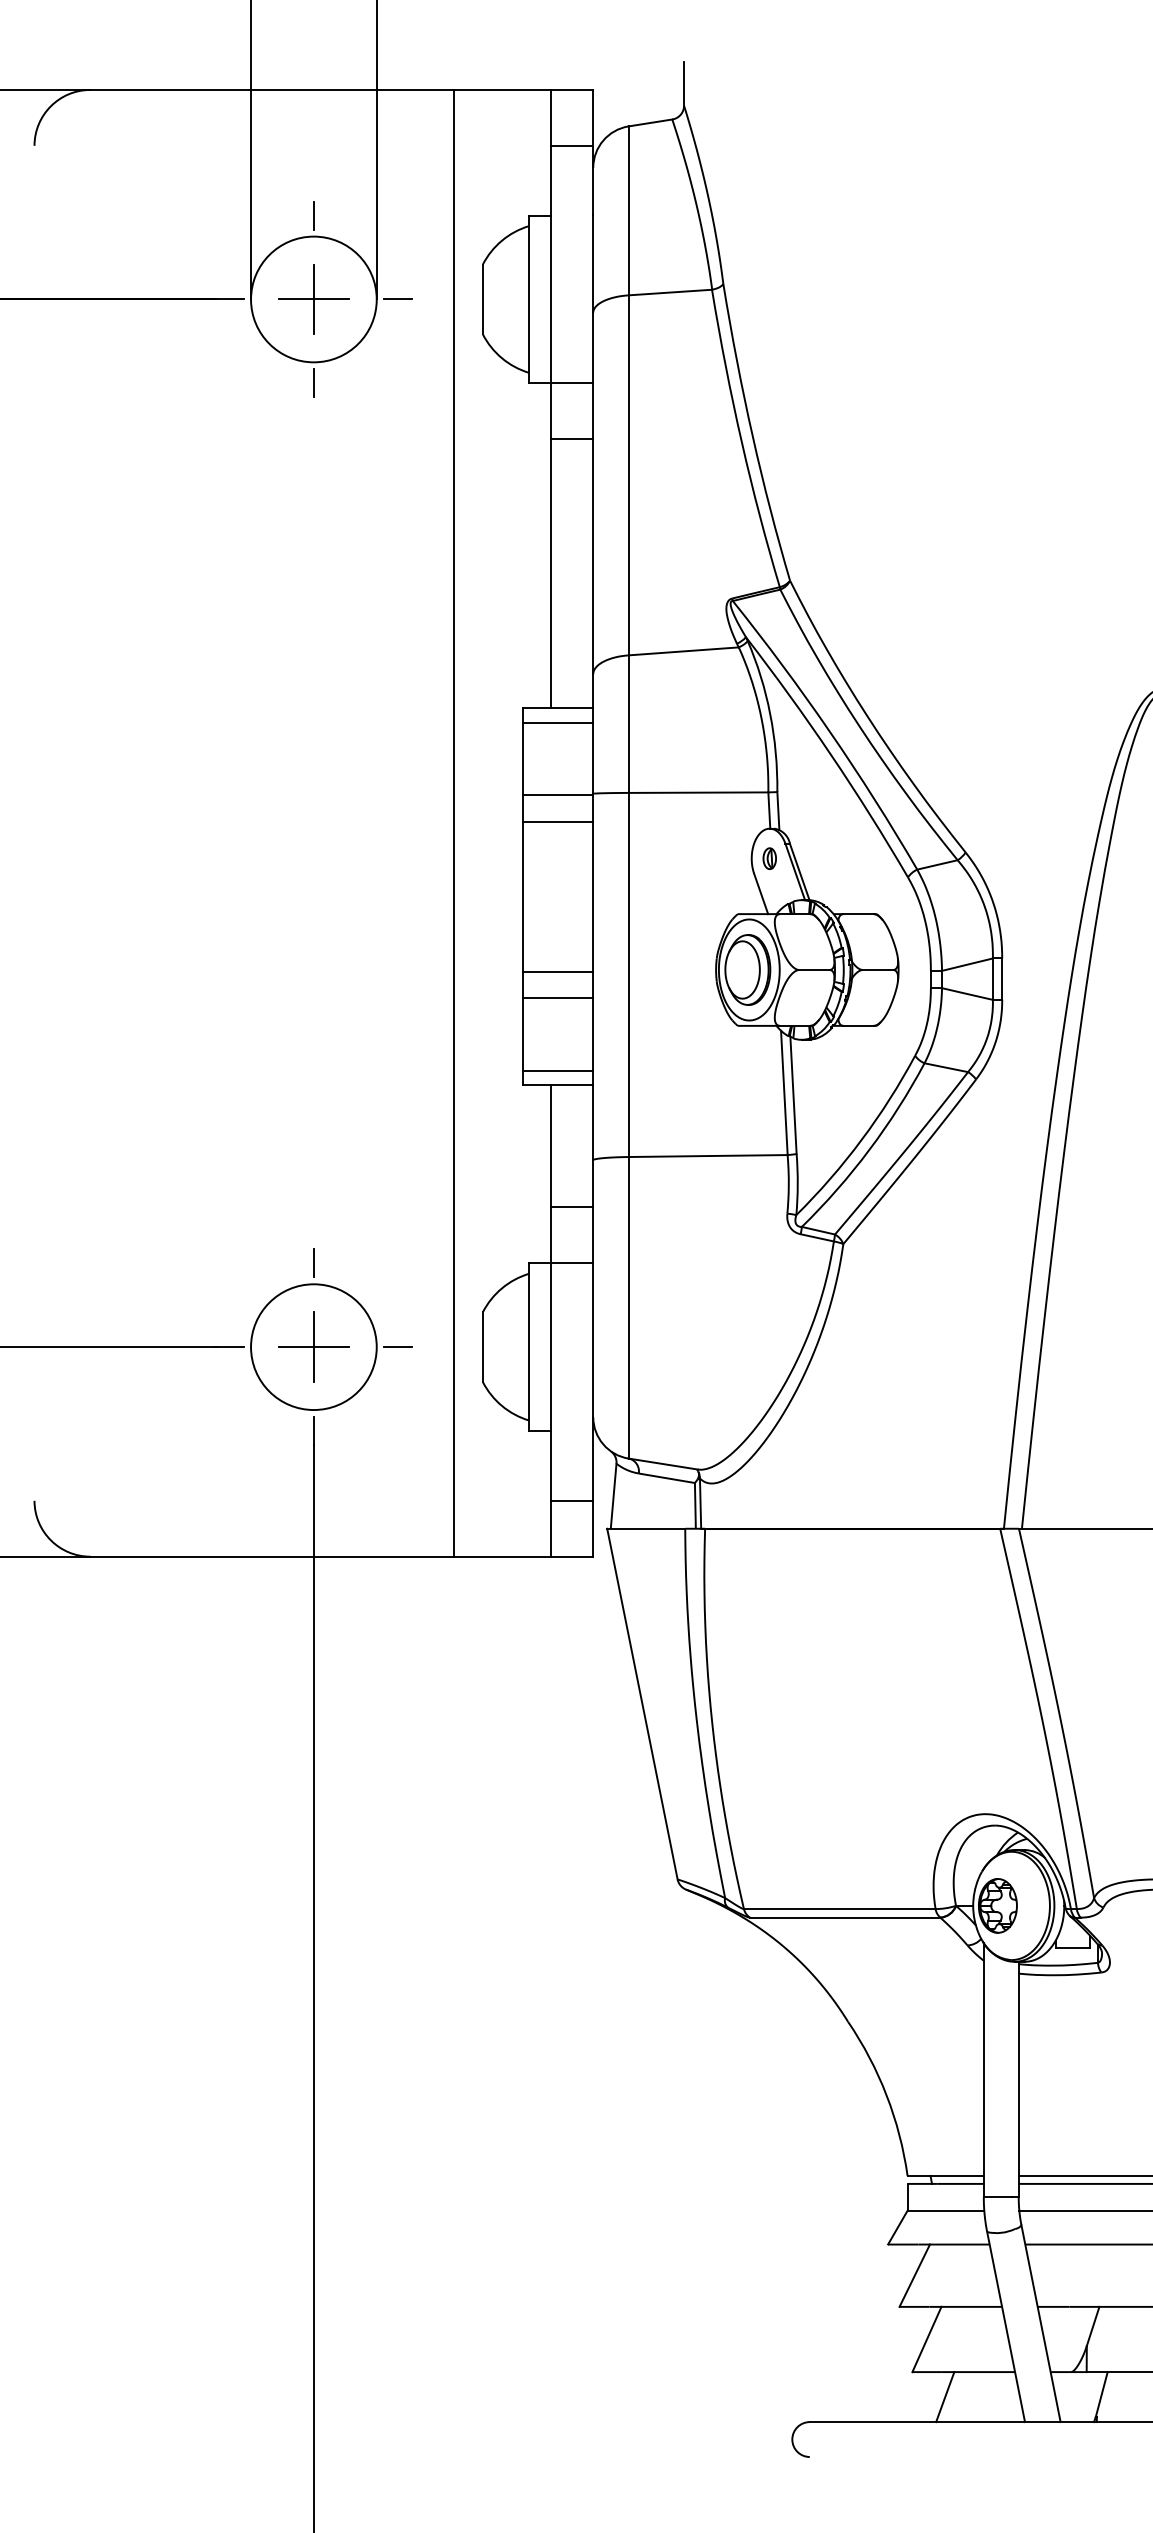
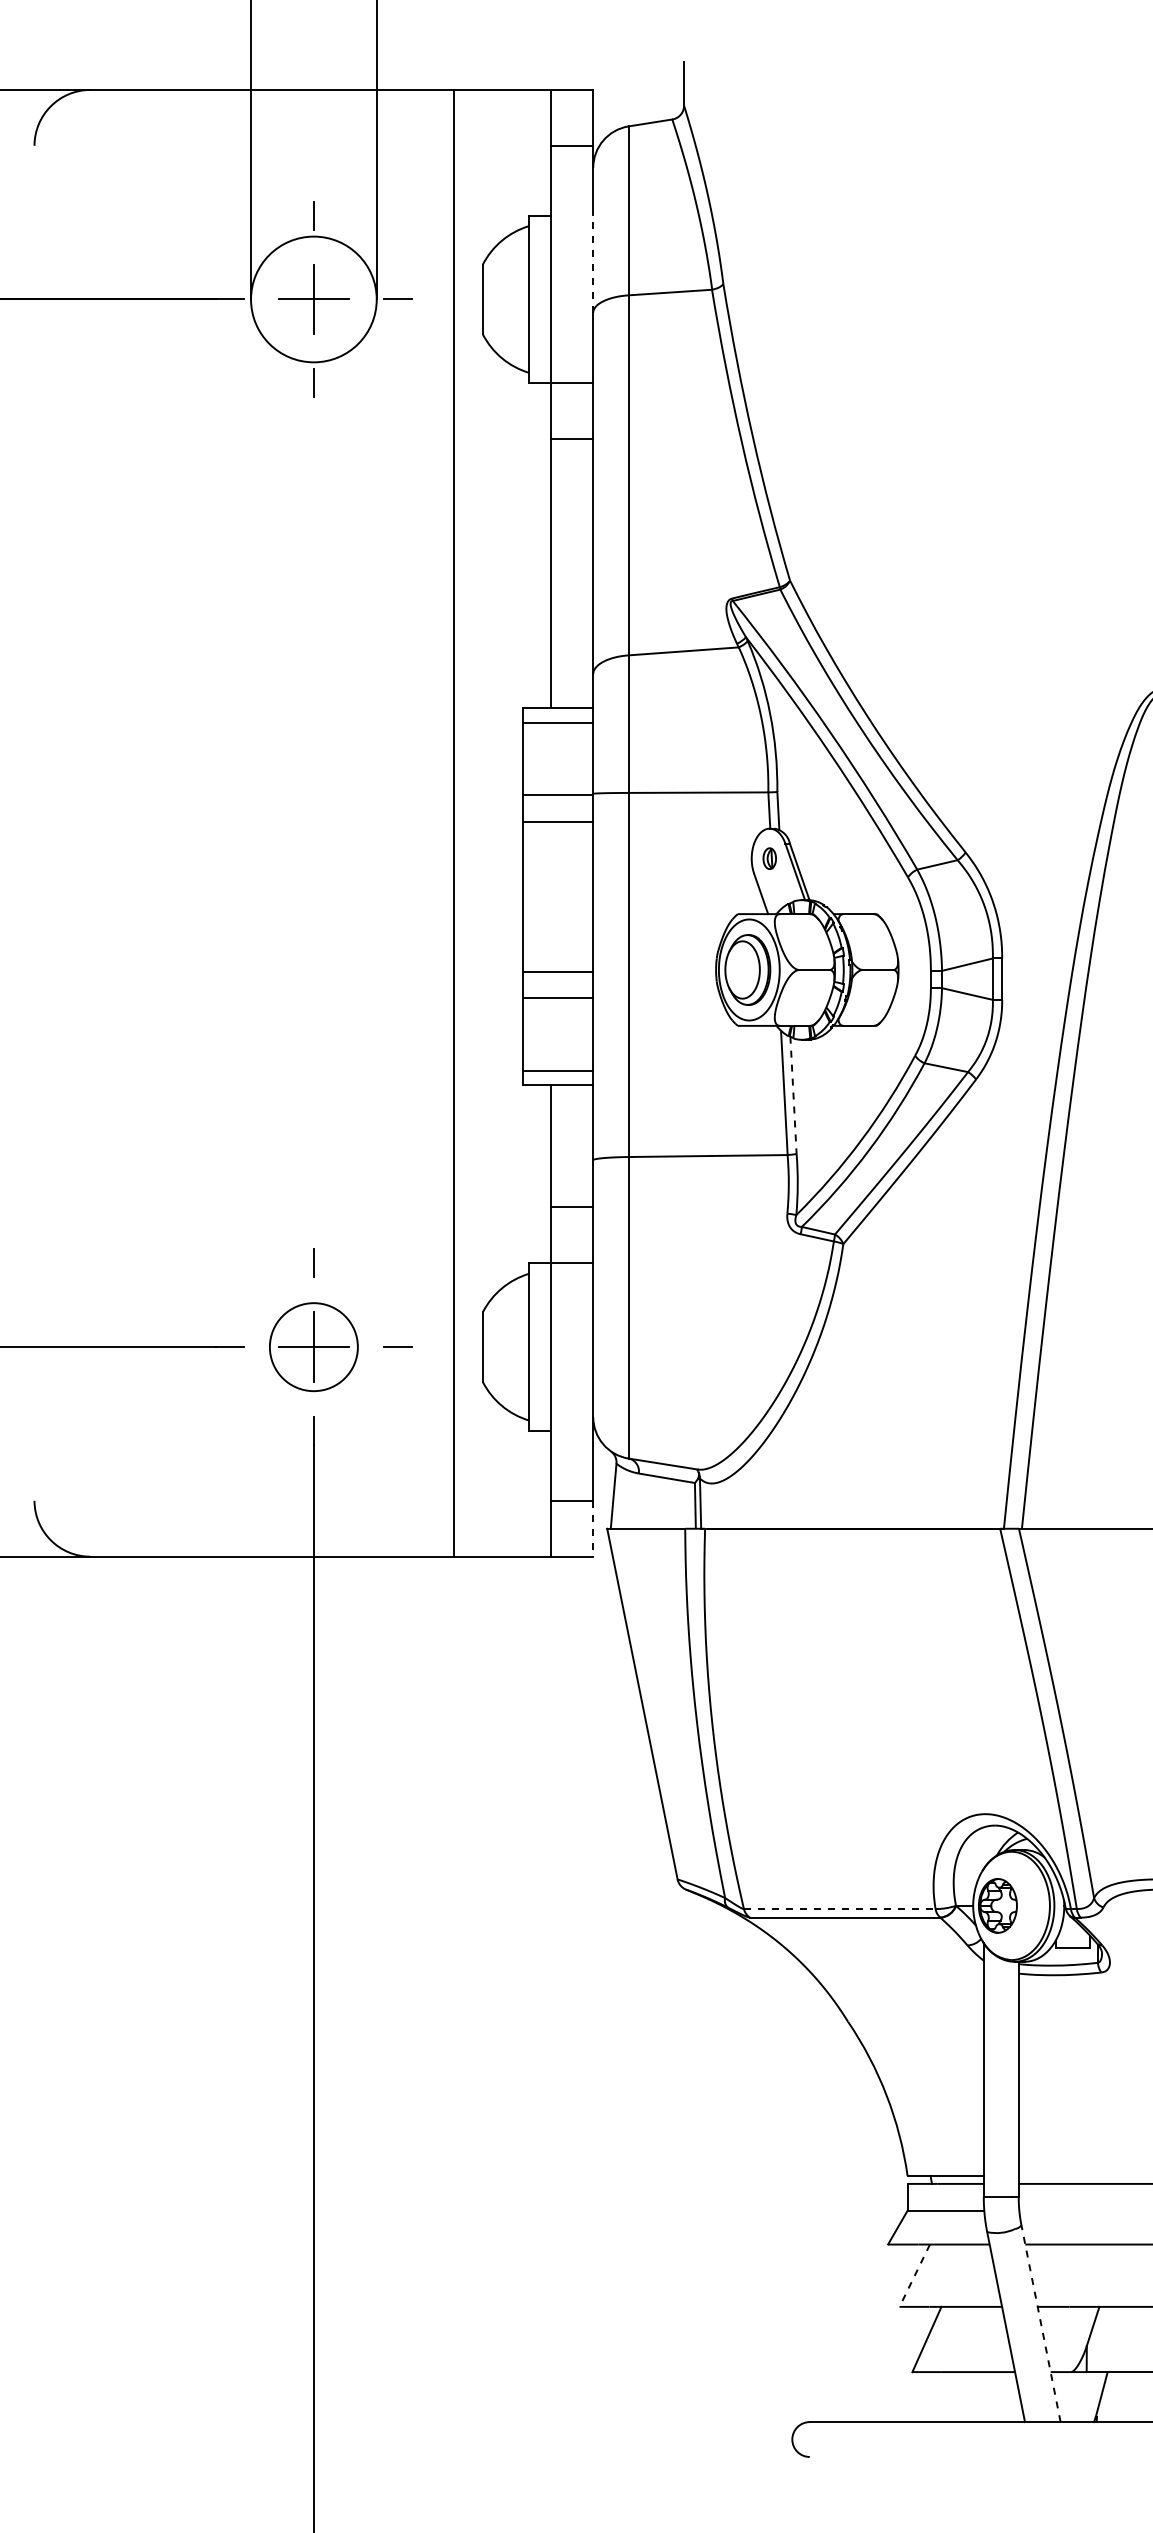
line at (593, 264): solid -> dashed
line at (793, 1095): solid -> dashed
circle at (313, 1347) diameter: 126 px -> 88 px
line at (593, 1528): solid -> dashed
line at (839, 1909): solid -> dashed
line at (1083, 2175): present -> none
line at (1084, 2210): present -> none
line at (914, 2275): solid -> dashed
line at (1040, 2323): solid -> dashed
line at (945, 2397): present -> none
